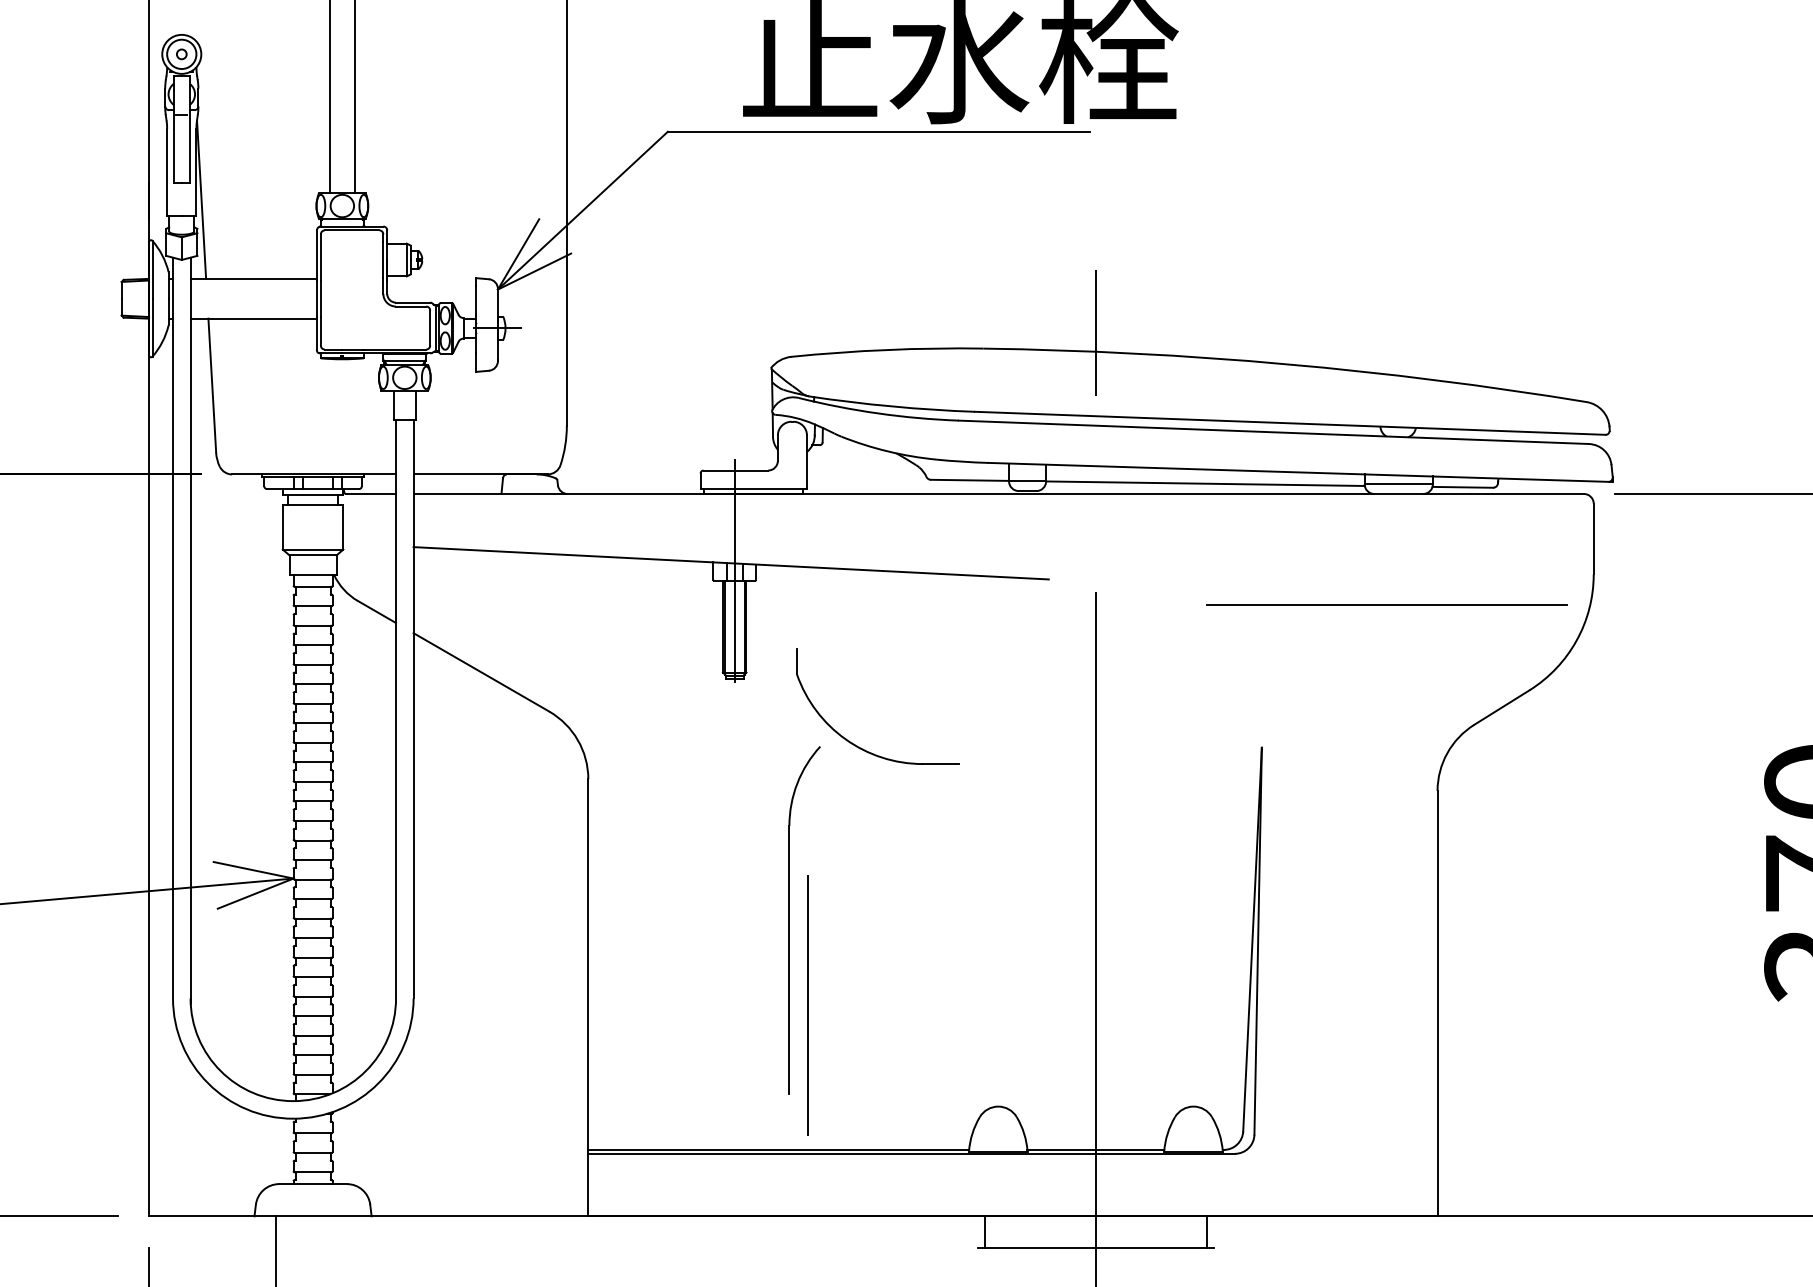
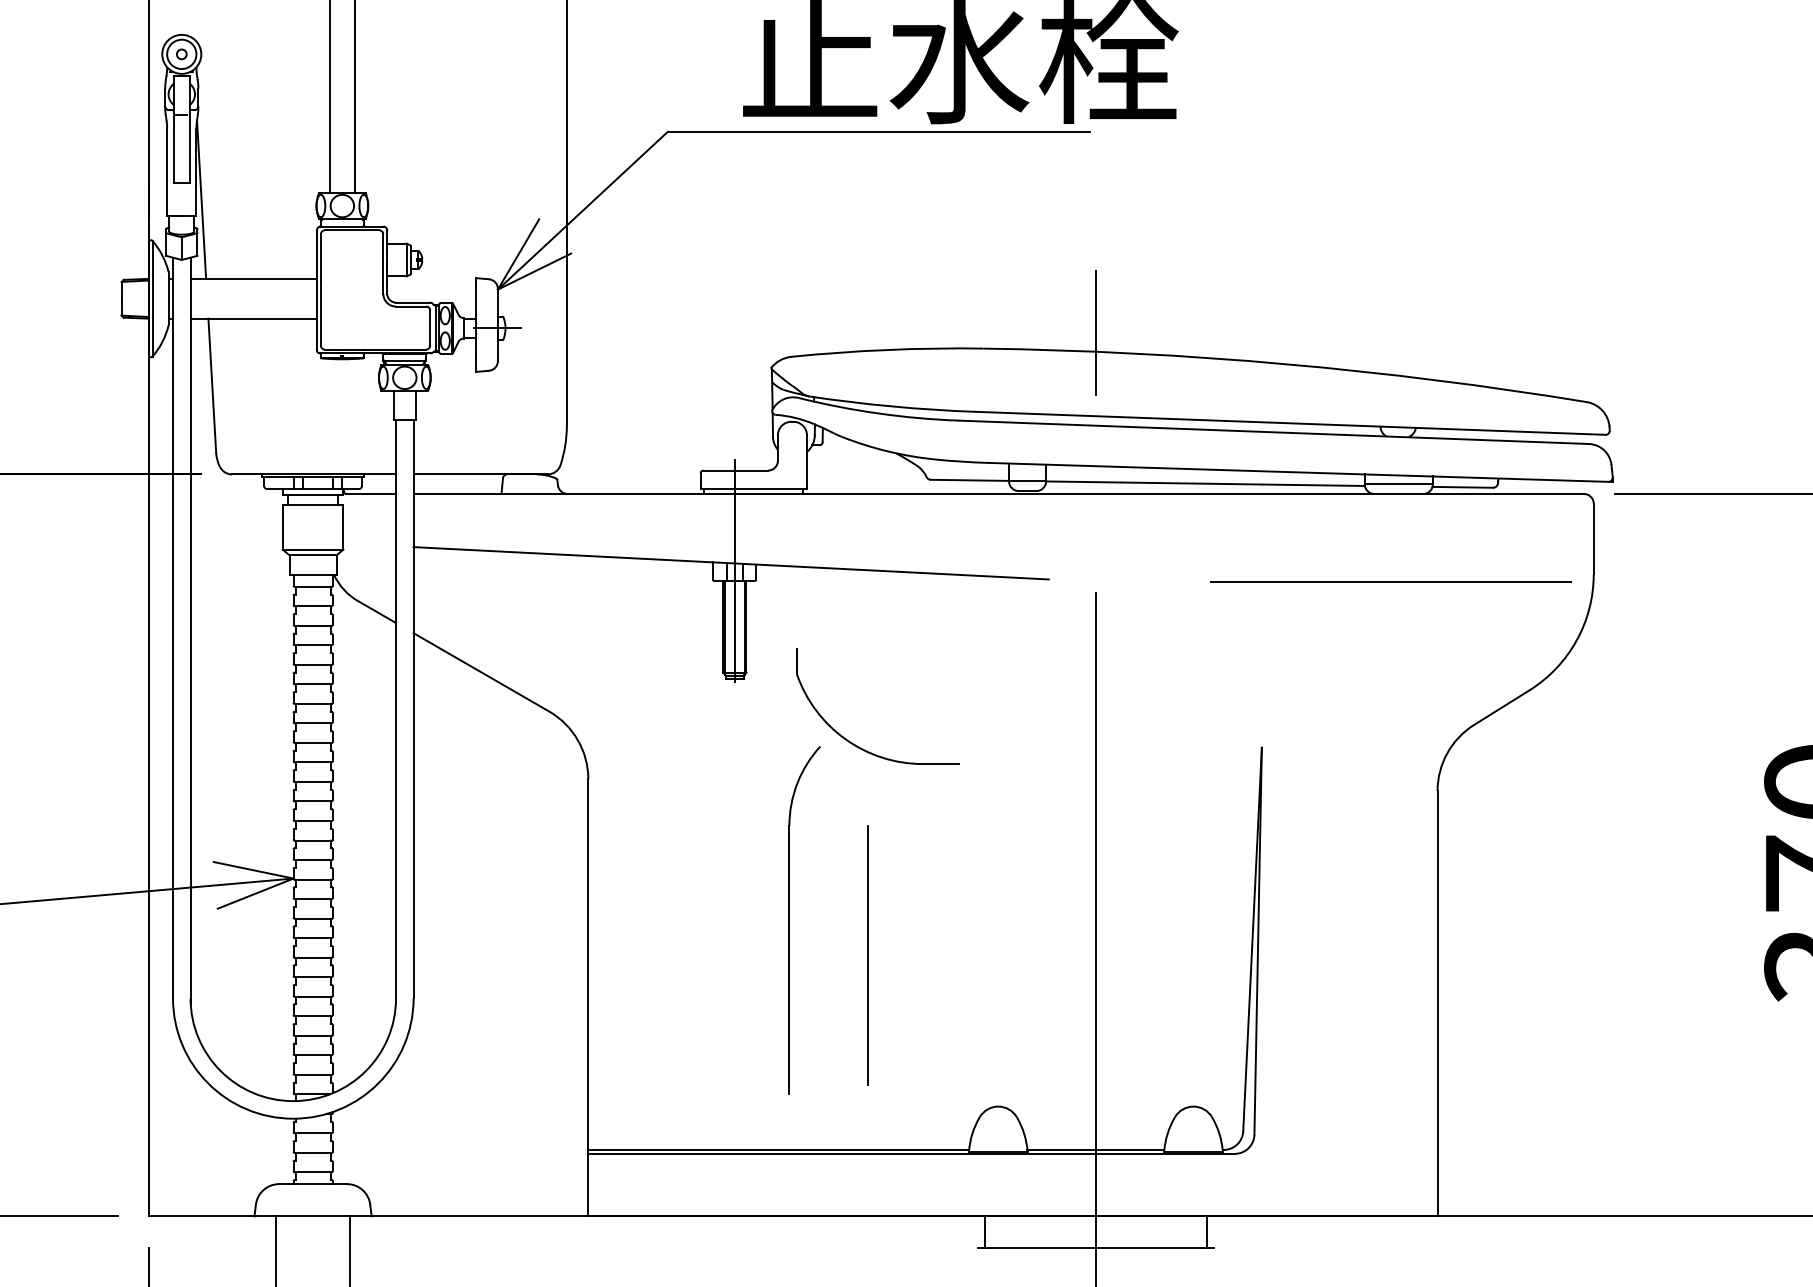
line at (1386, 604) position: (1386, 604) -> (1390, 581)
line at (807, 1005) position: (807, 1005) -> (867, 955)
line at (350, 1249): none -> present
